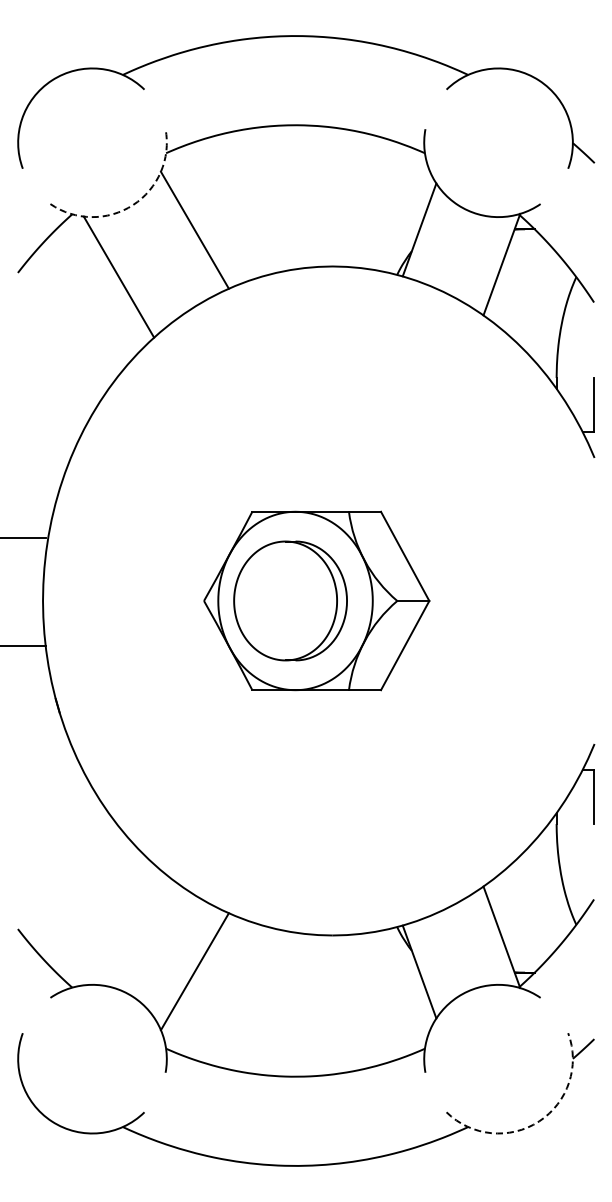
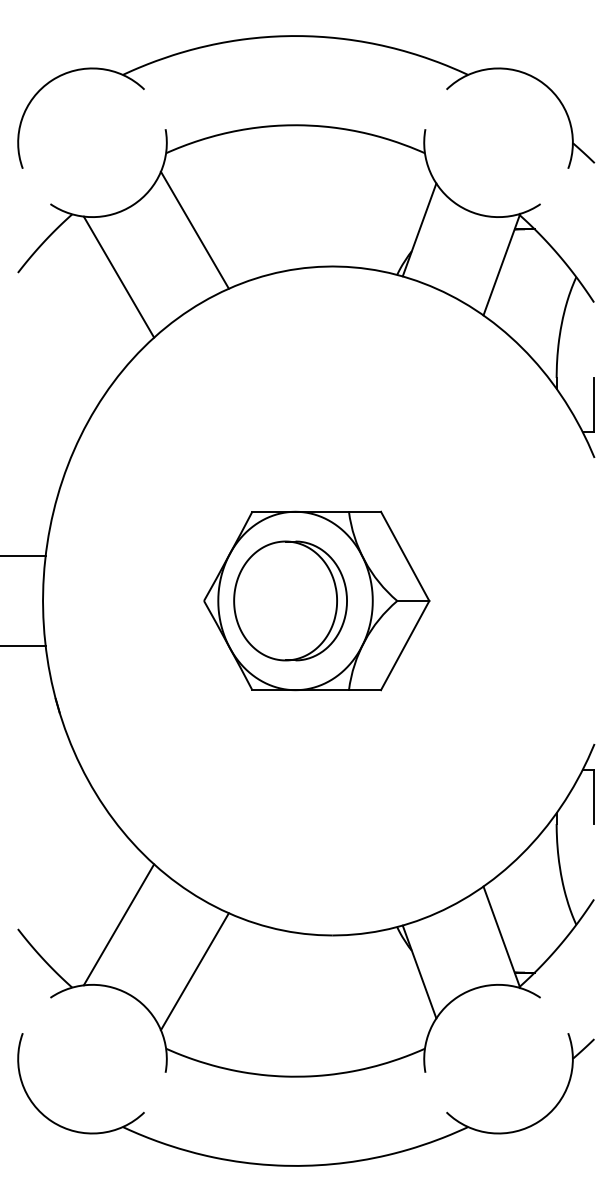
arc at (133, 205): dashed -> solid
line at (23, 538) position: (23, 538) -> (23, 556)
line at (118, 924): none -> present
arc at (539, 1121): dashed -> solid
